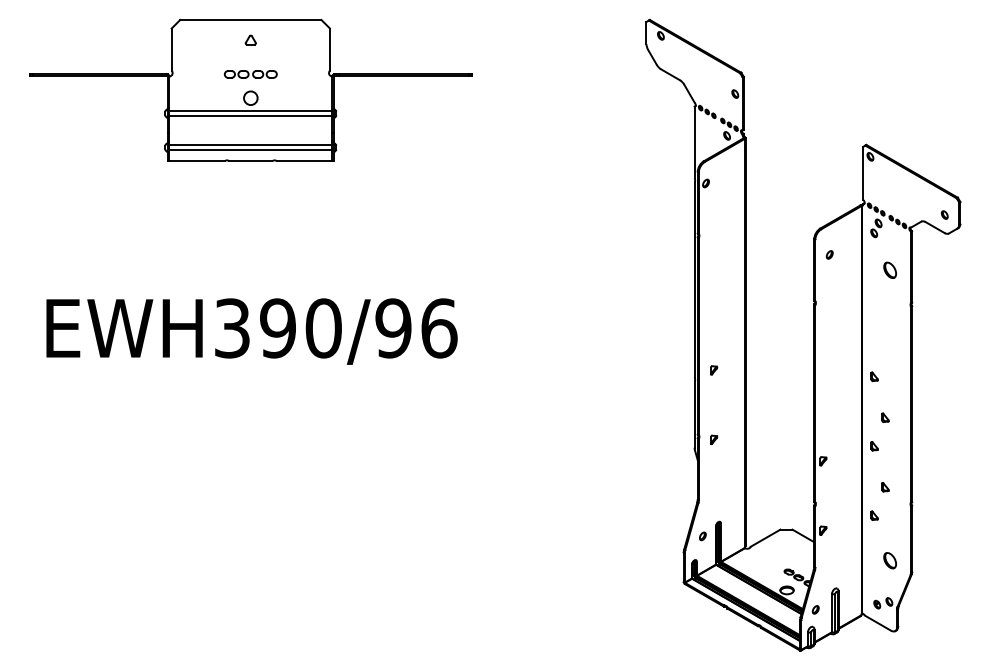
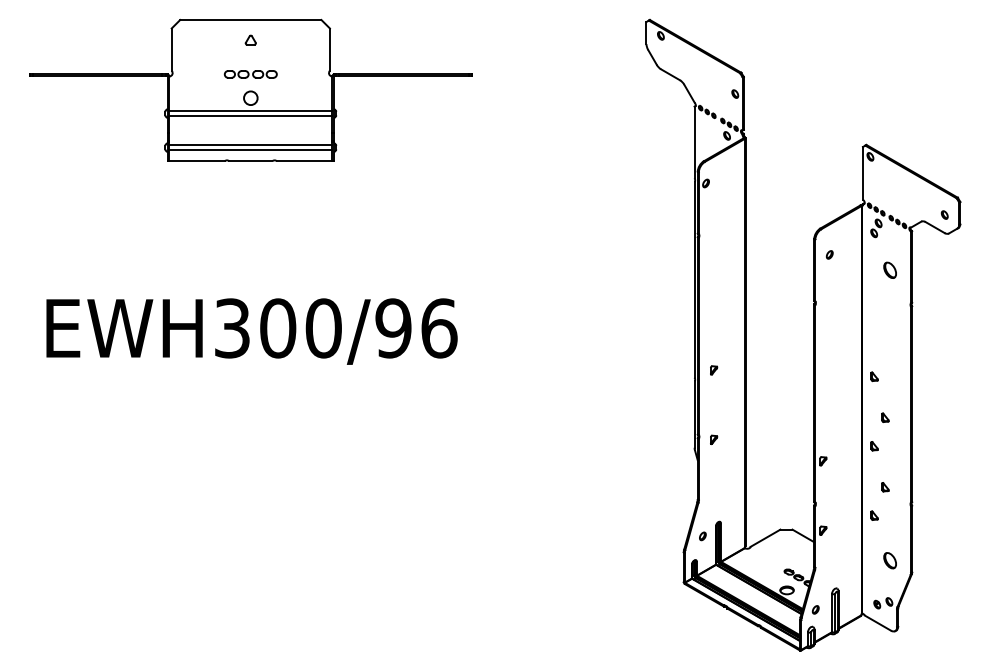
text at (278, 328): EWH390/96 -> EWH300/96
